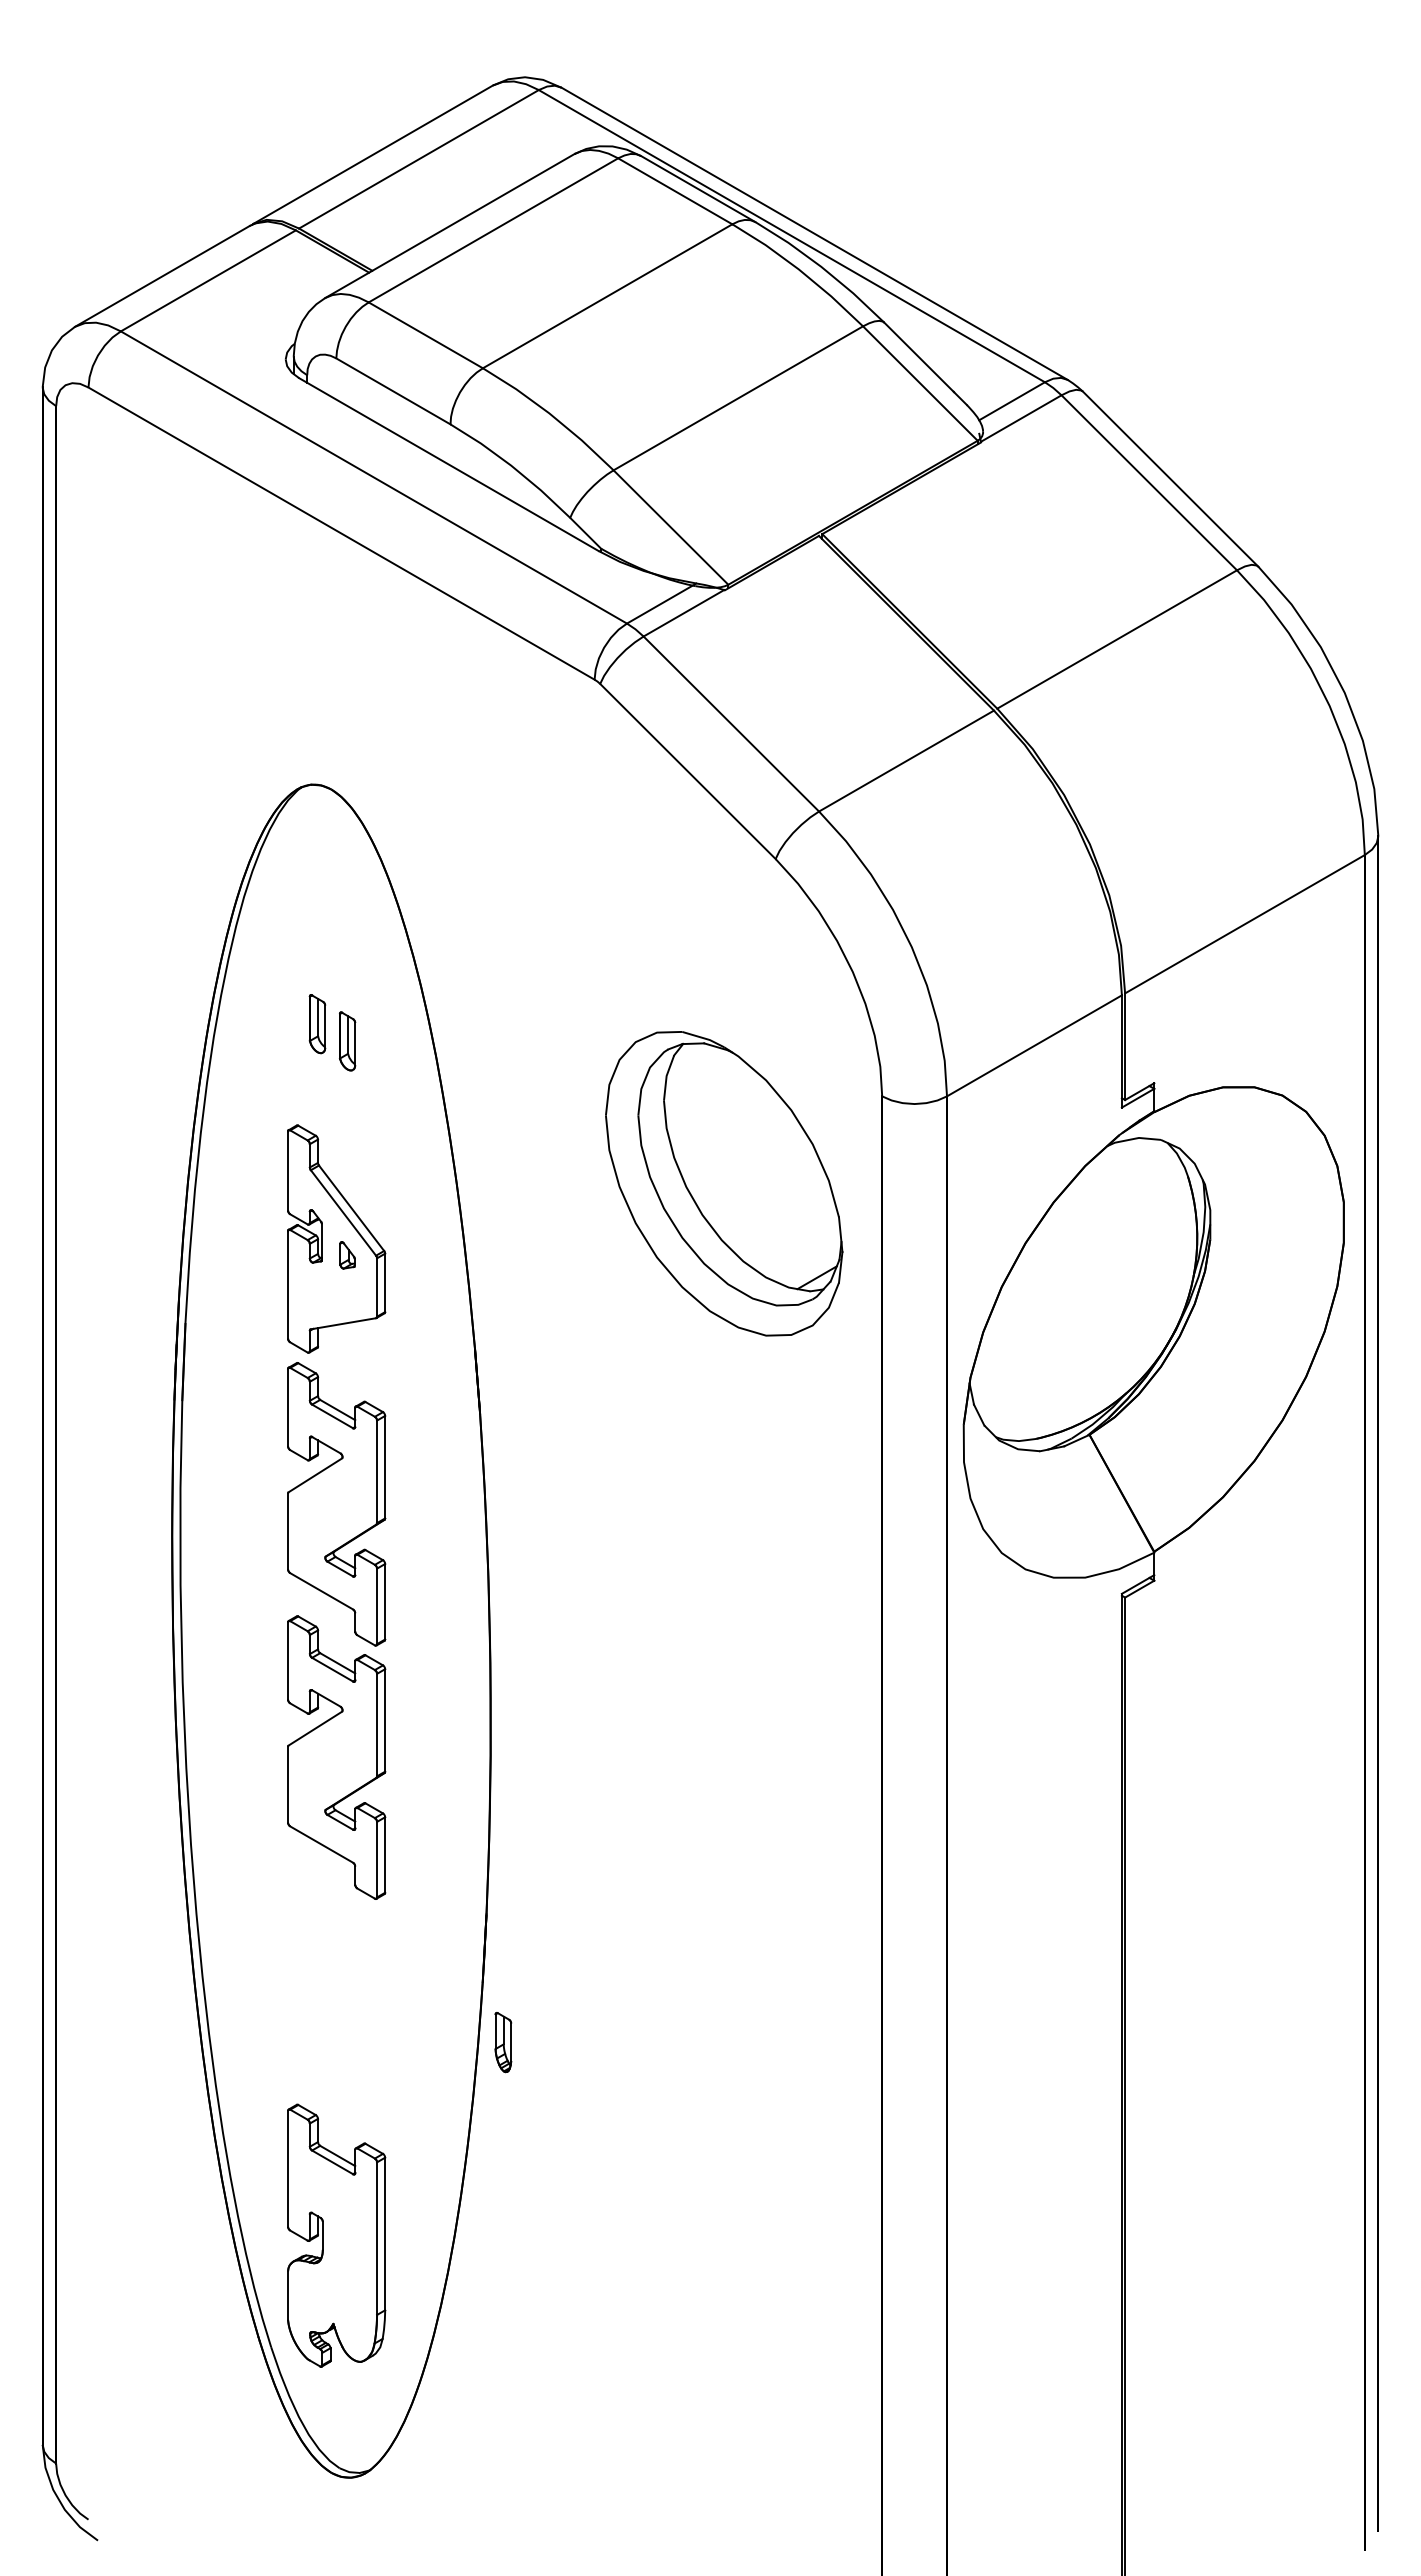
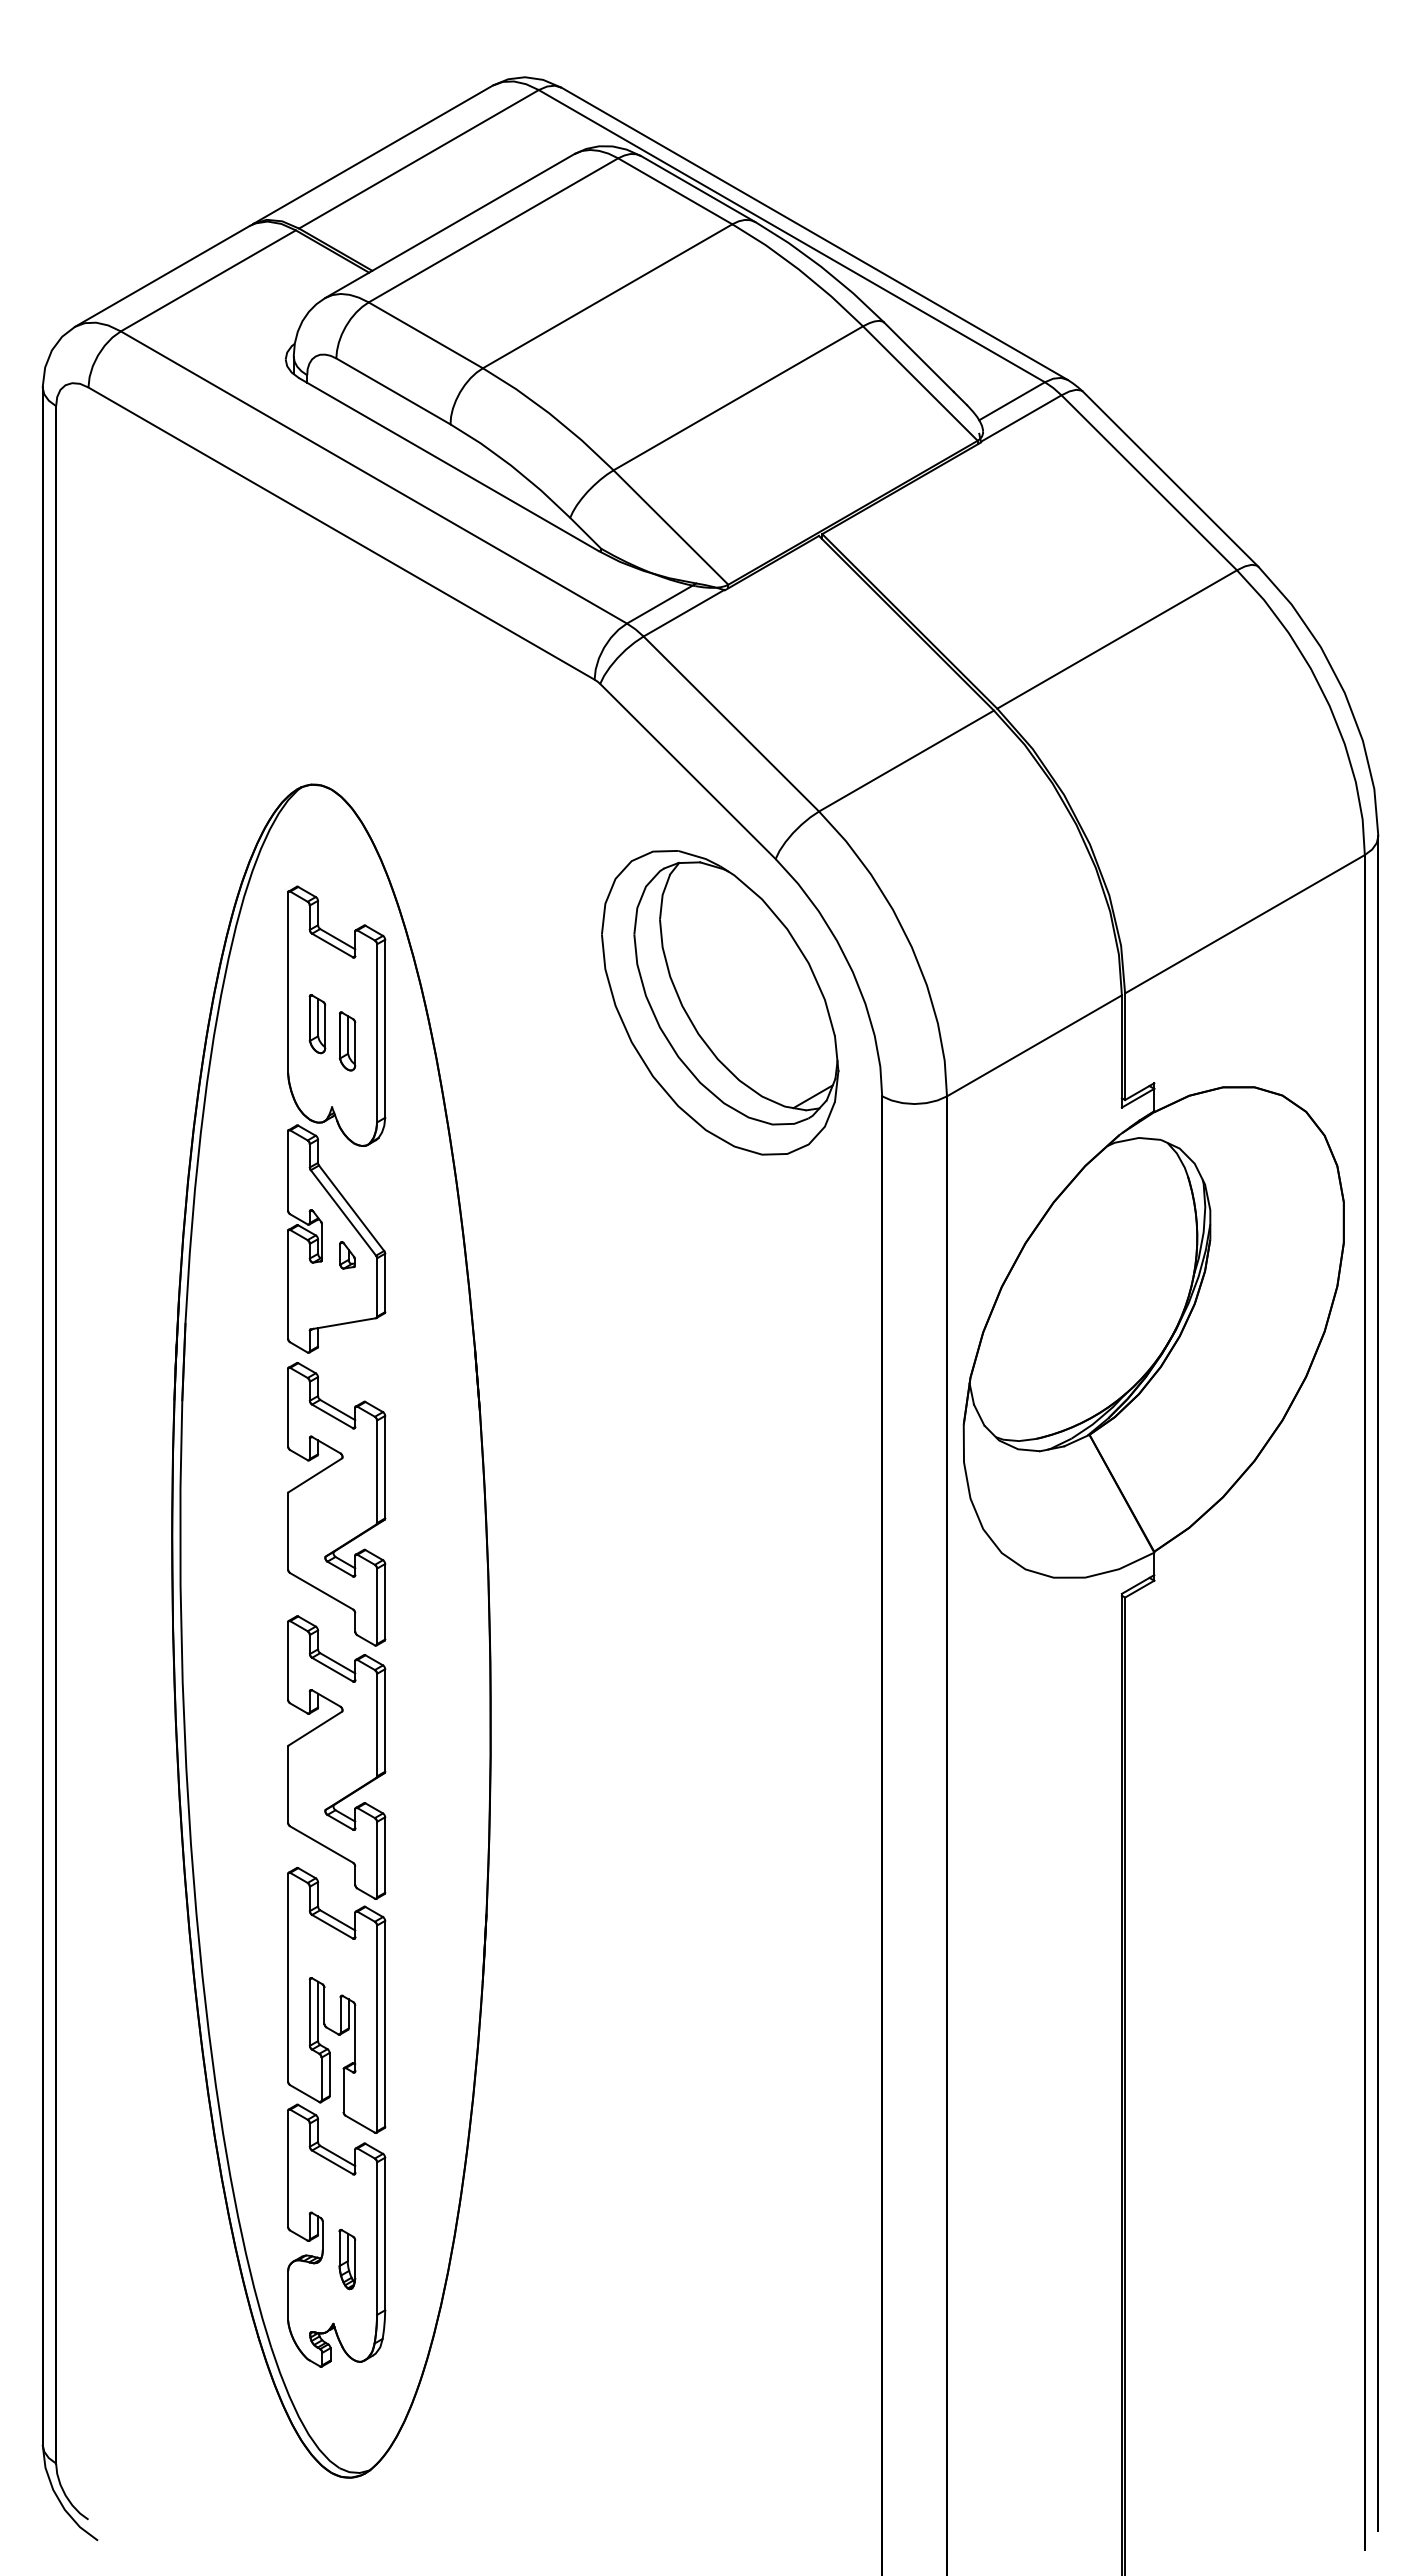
part at (336, 1015): none -> present
part at (724, 1183) position: (724, 1183) -> (720, 1002)
part at (336, 2000): none -> present
part at (503, 2042) position: (503, 2042) -> (347, 2259)
